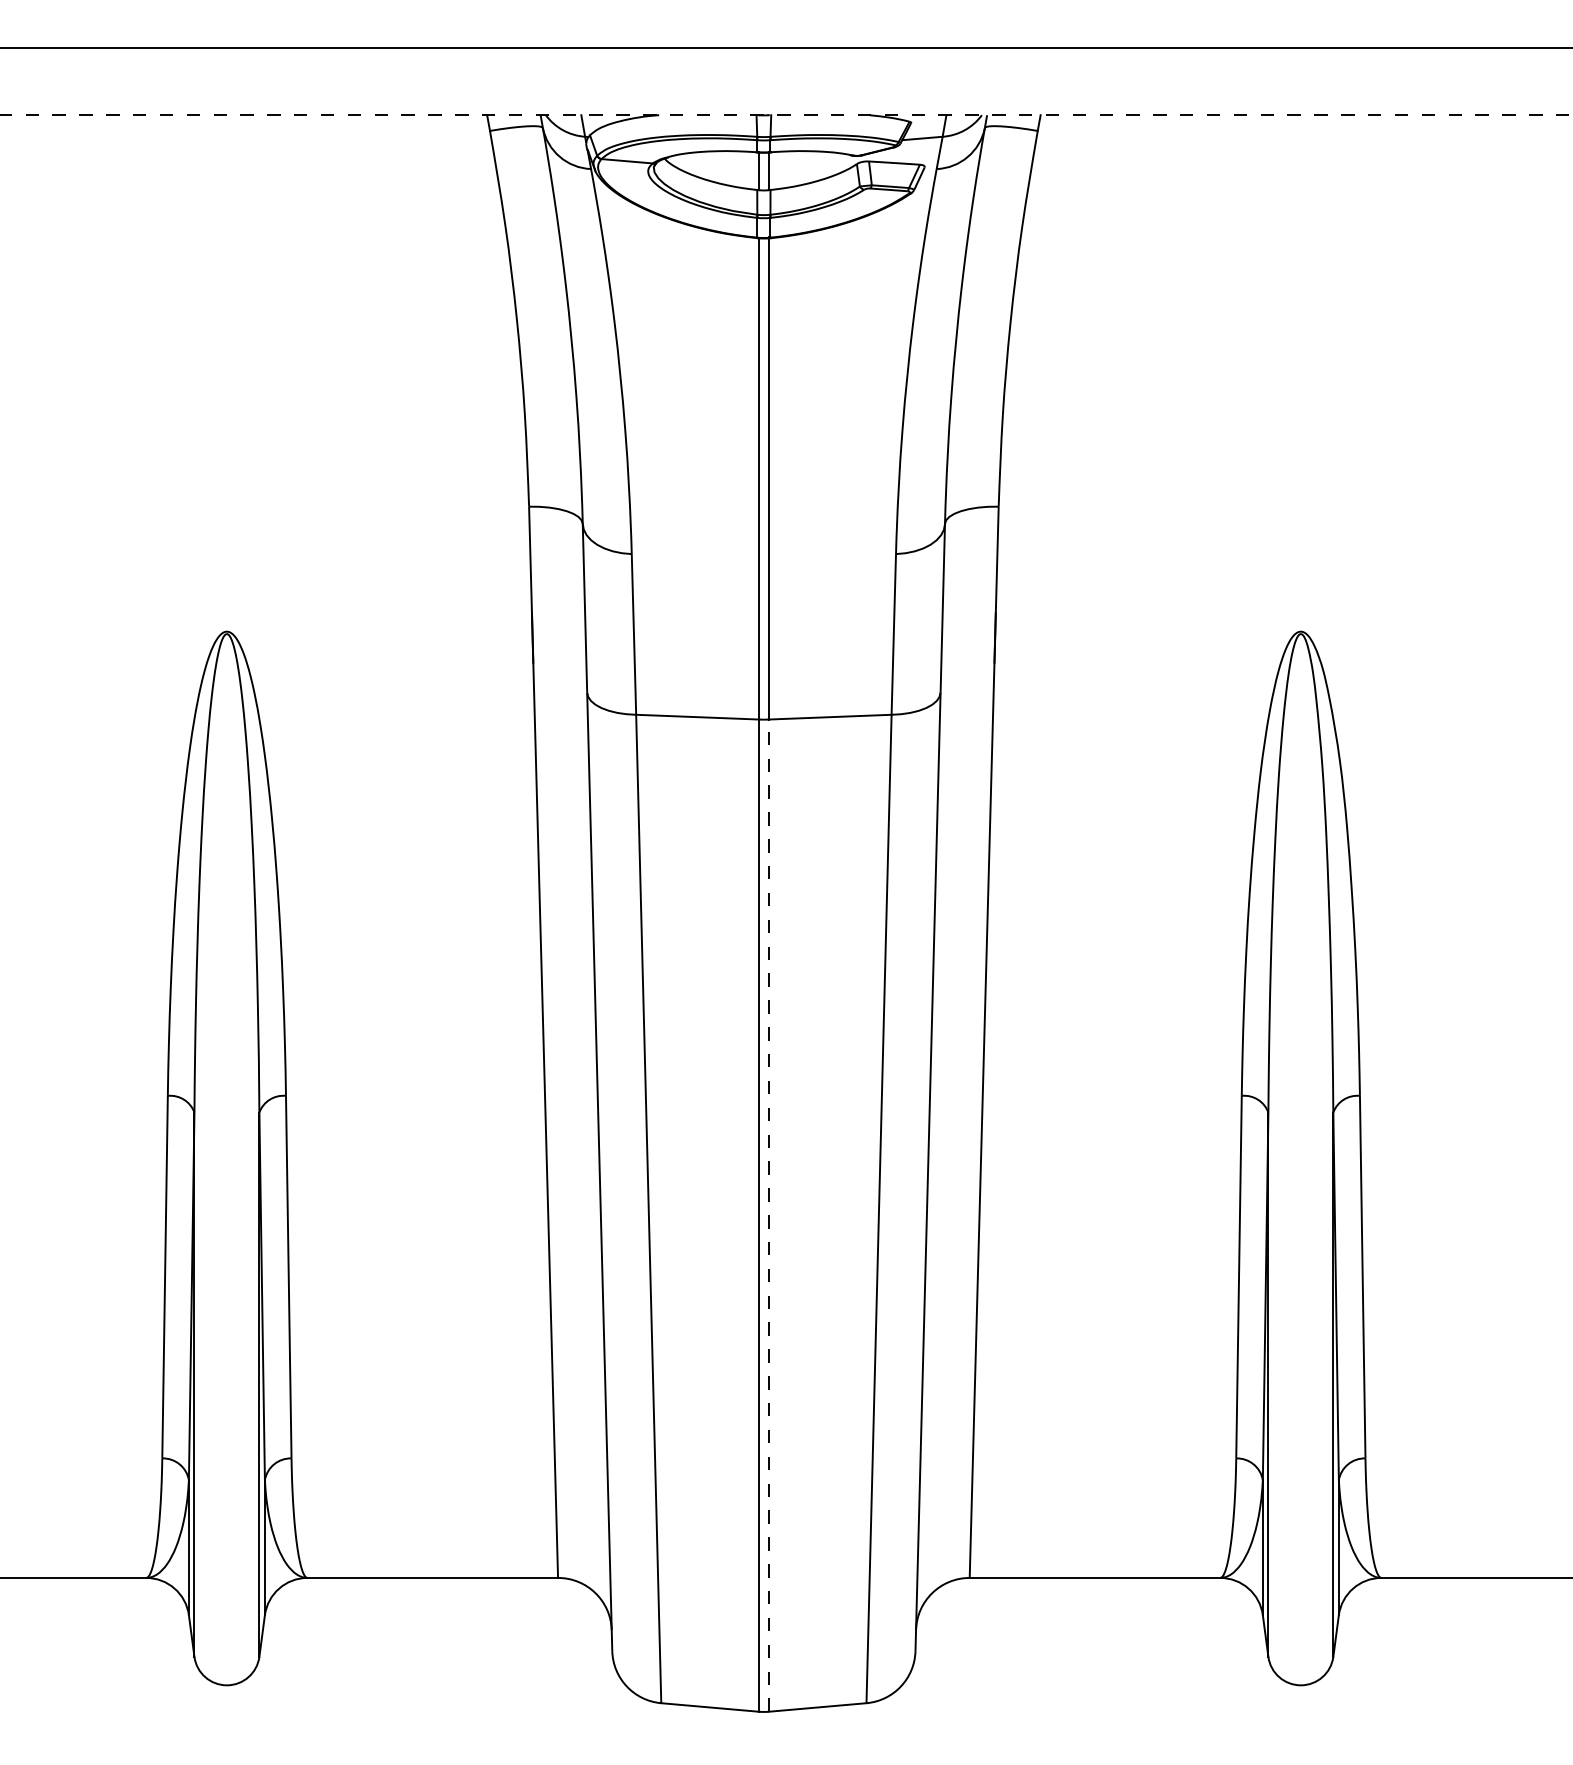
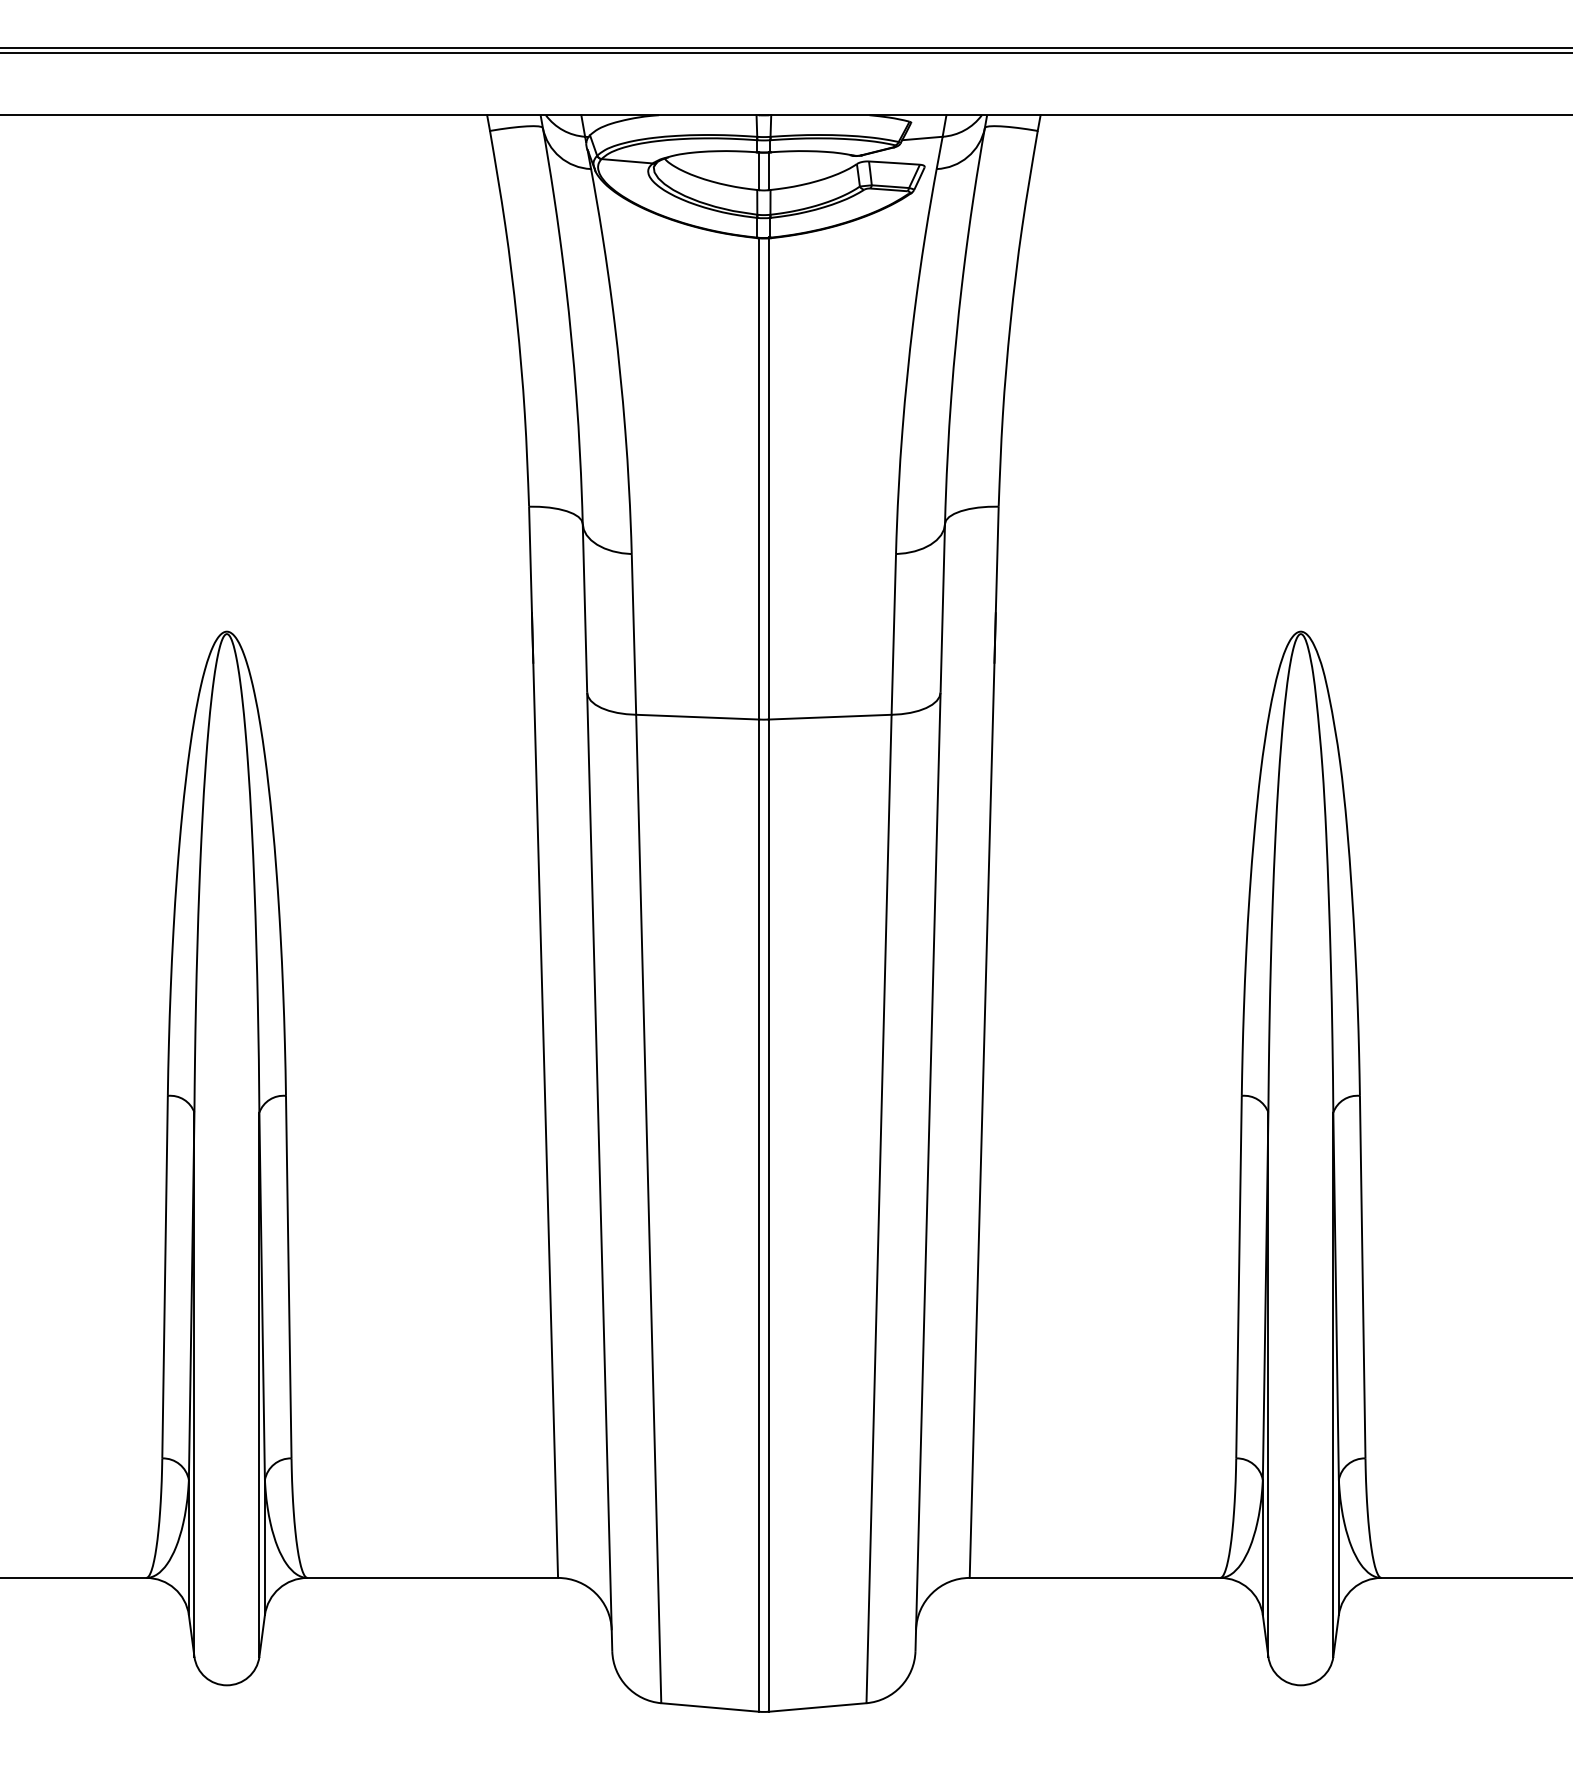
line at (785, 52): none -> present
line at (786, 115): dashed -> solid
line at (768, 1215): dashed -> solid
